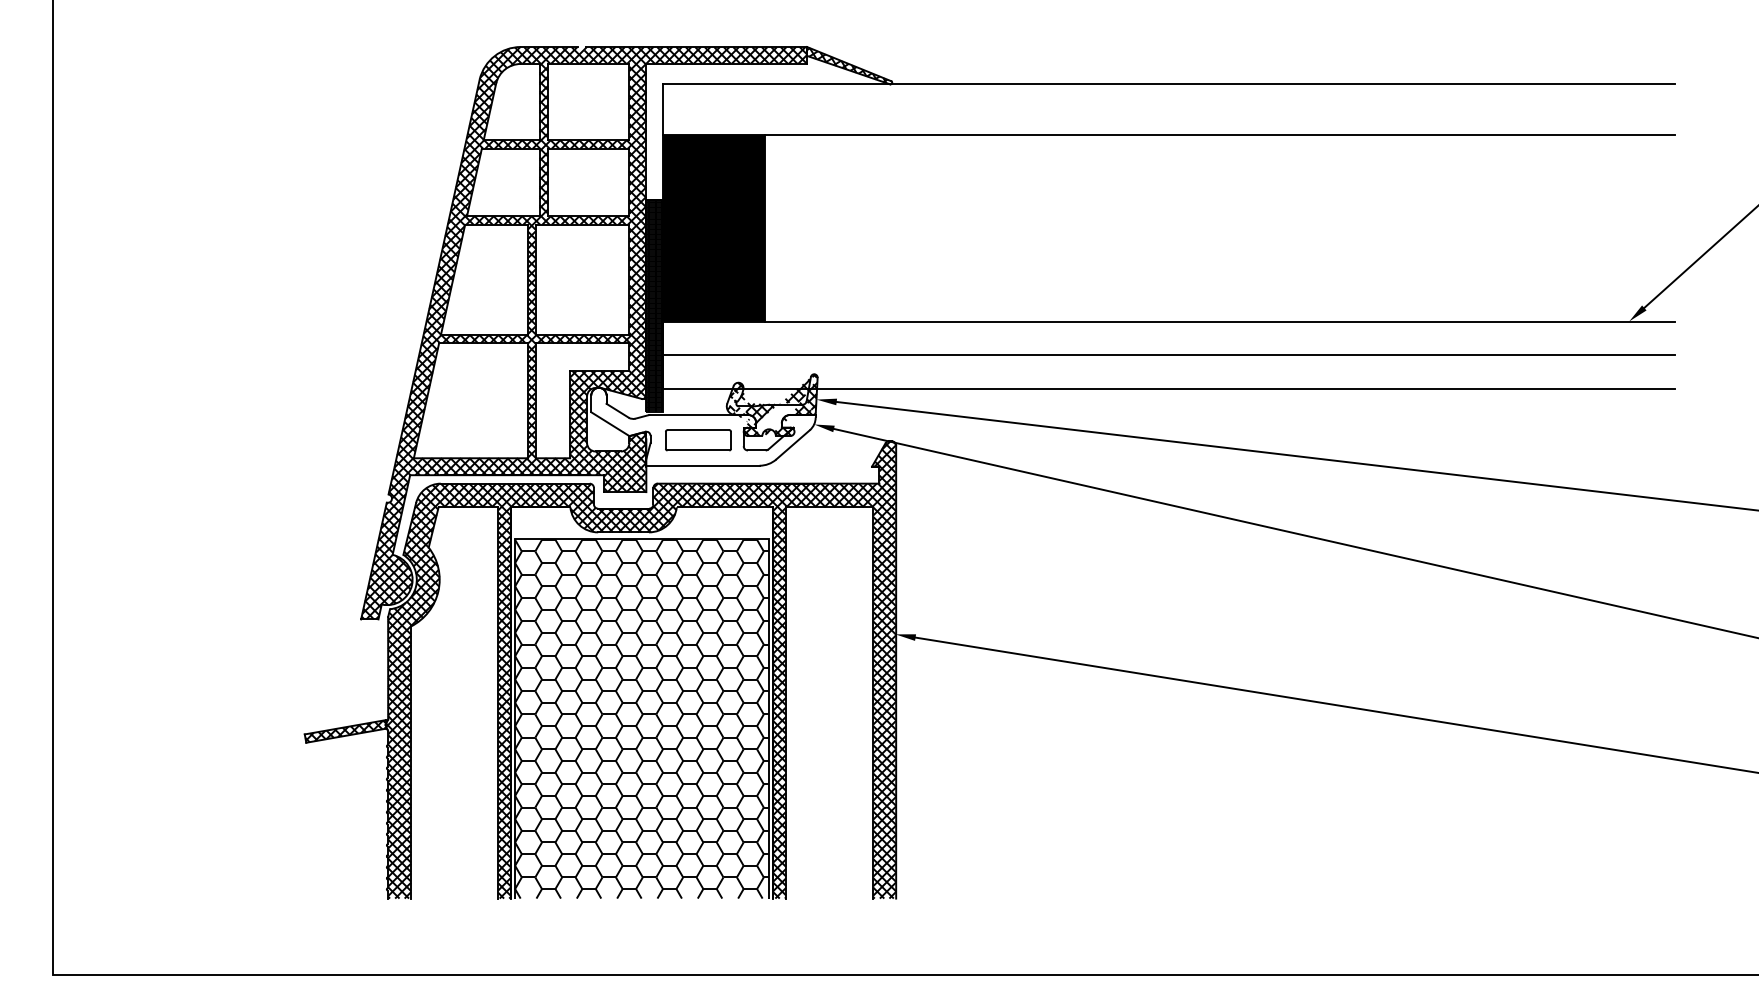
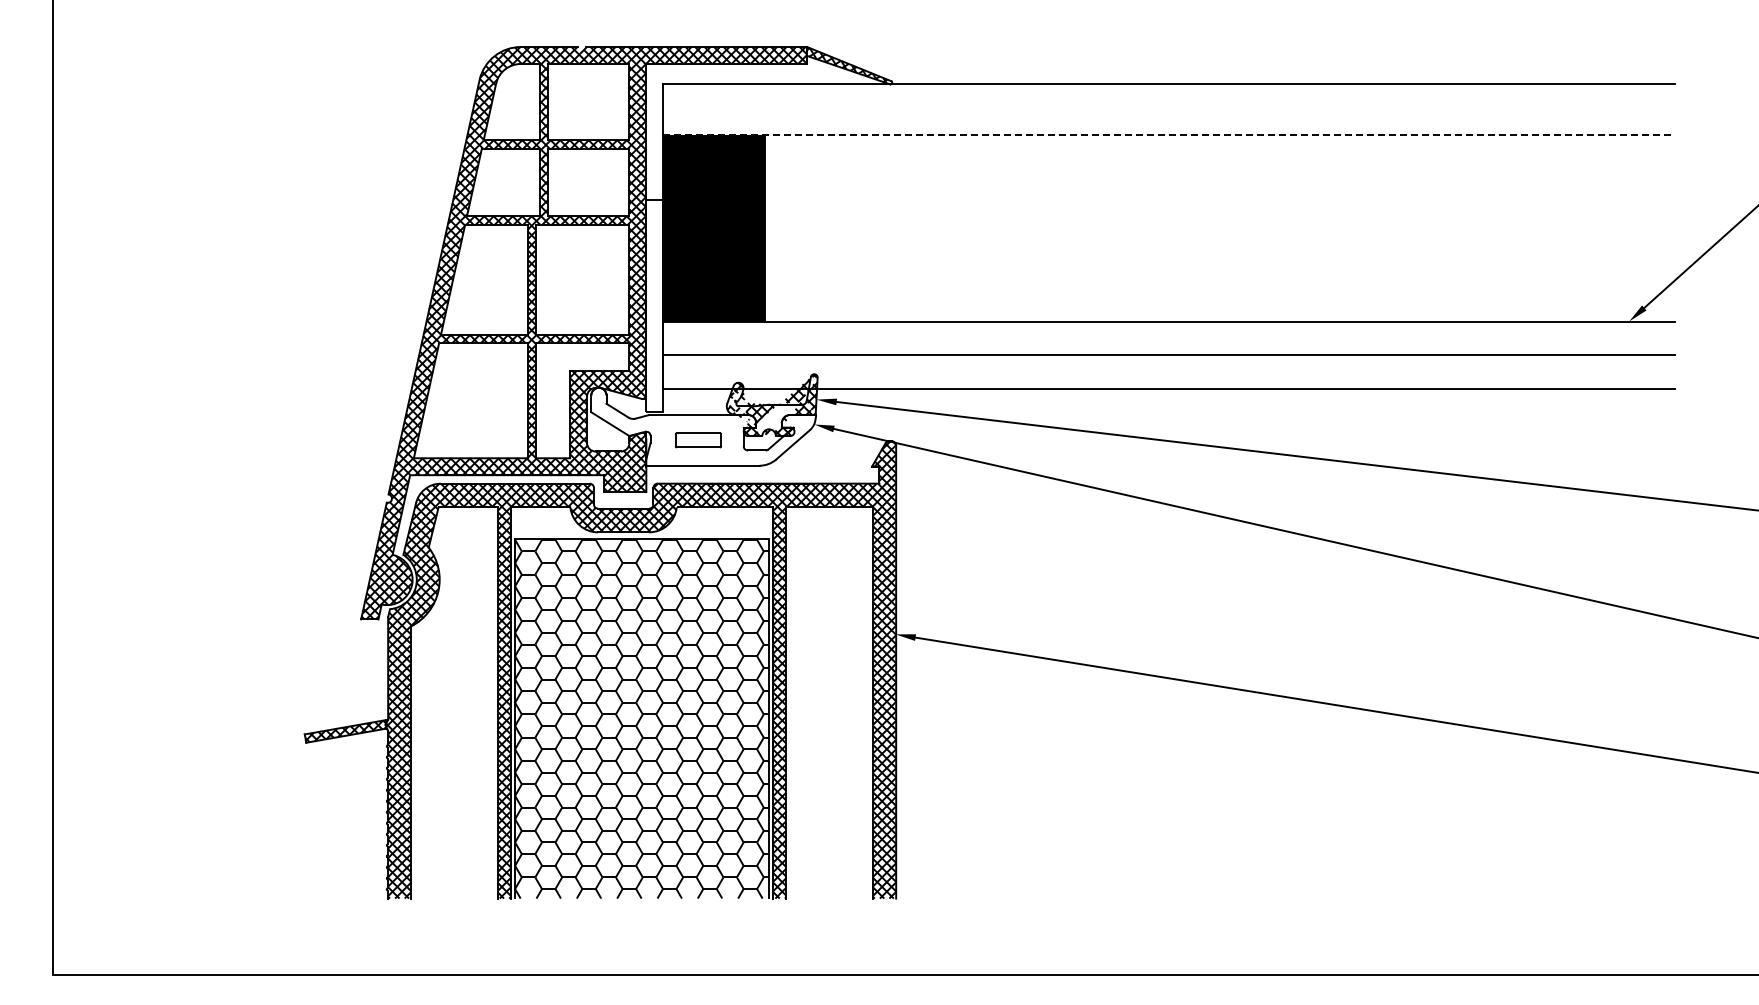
line at (1169, 135): solid -> dashed
hatch at (654, 305): present -> none
part at (698, 440) size: 67x23 px -> 48x17 px
